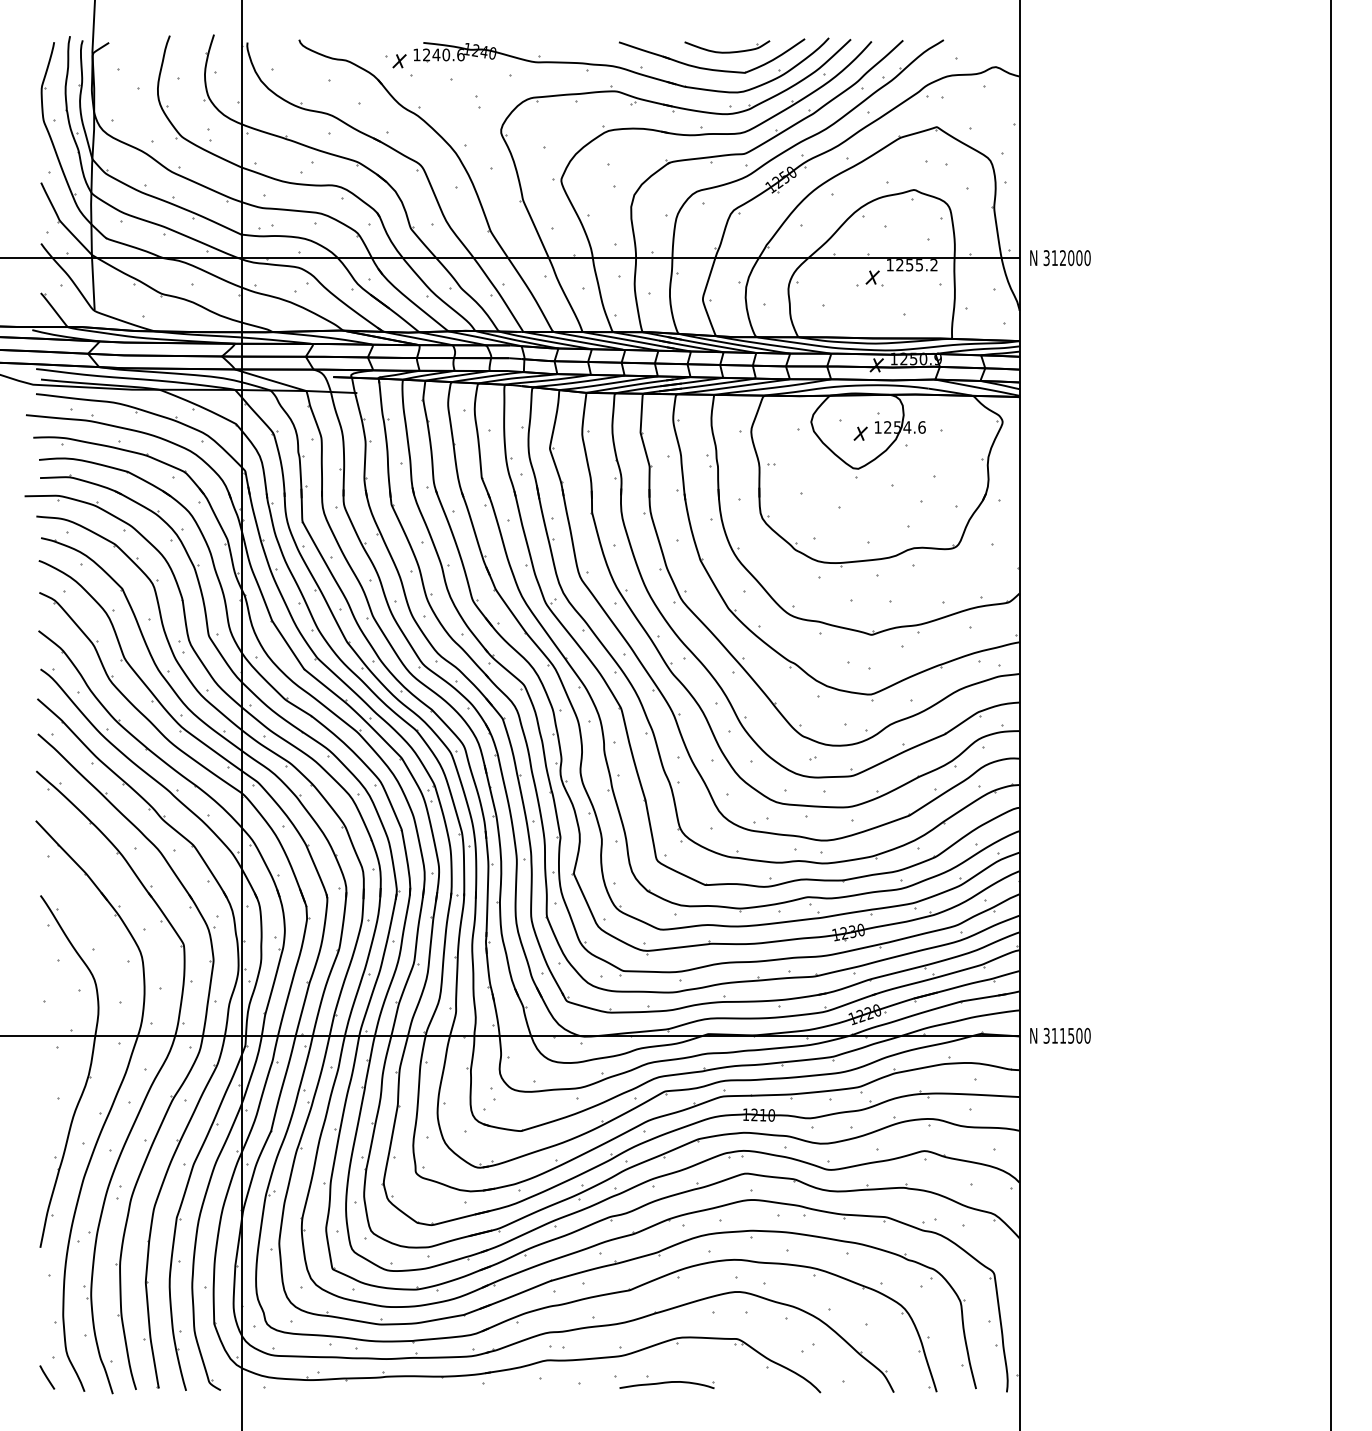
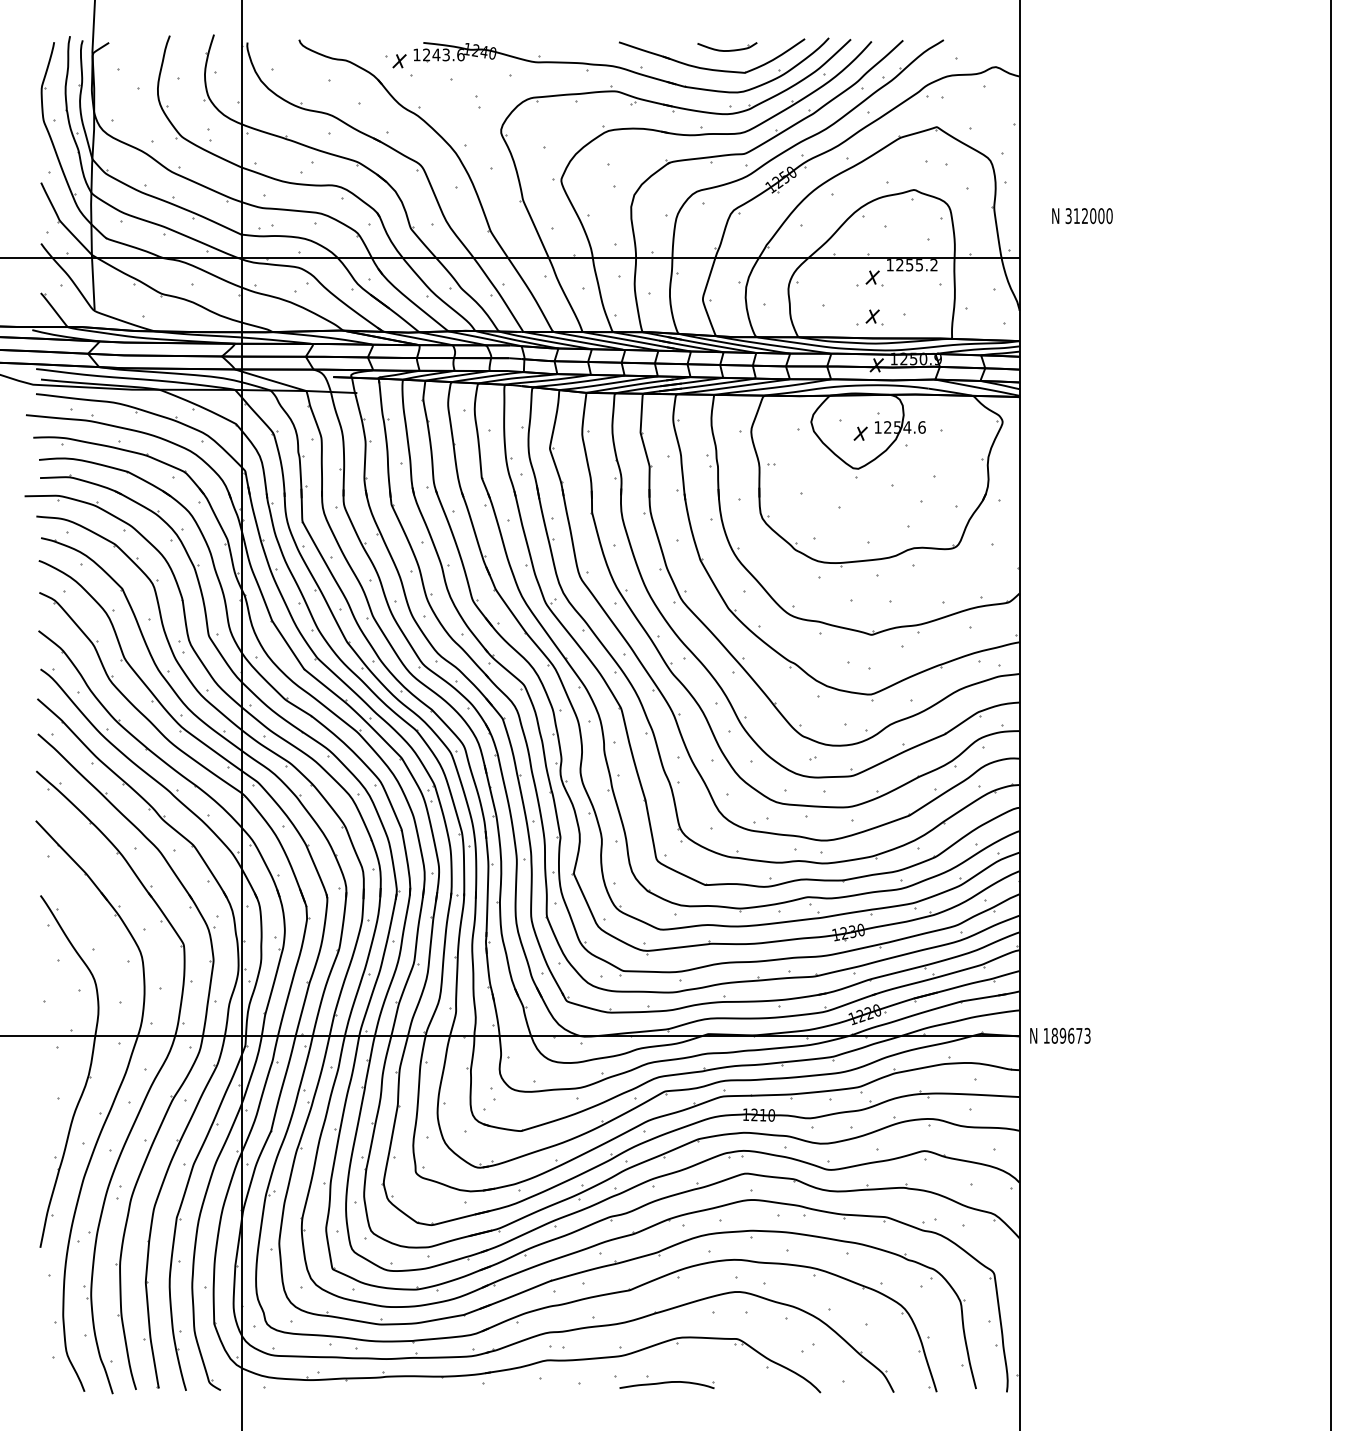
part at (727, 46) size: 87x14 px -> 61x10 px
text at (446, 54): 1240.6 -> 1243.6
text at (1060, 258) position: (1060, 258) -> (1082, 216)
part at (869, 317): none -> present
text at (1066, 1035): 311500 -> 189673
line at (47, 1377): present -> none
